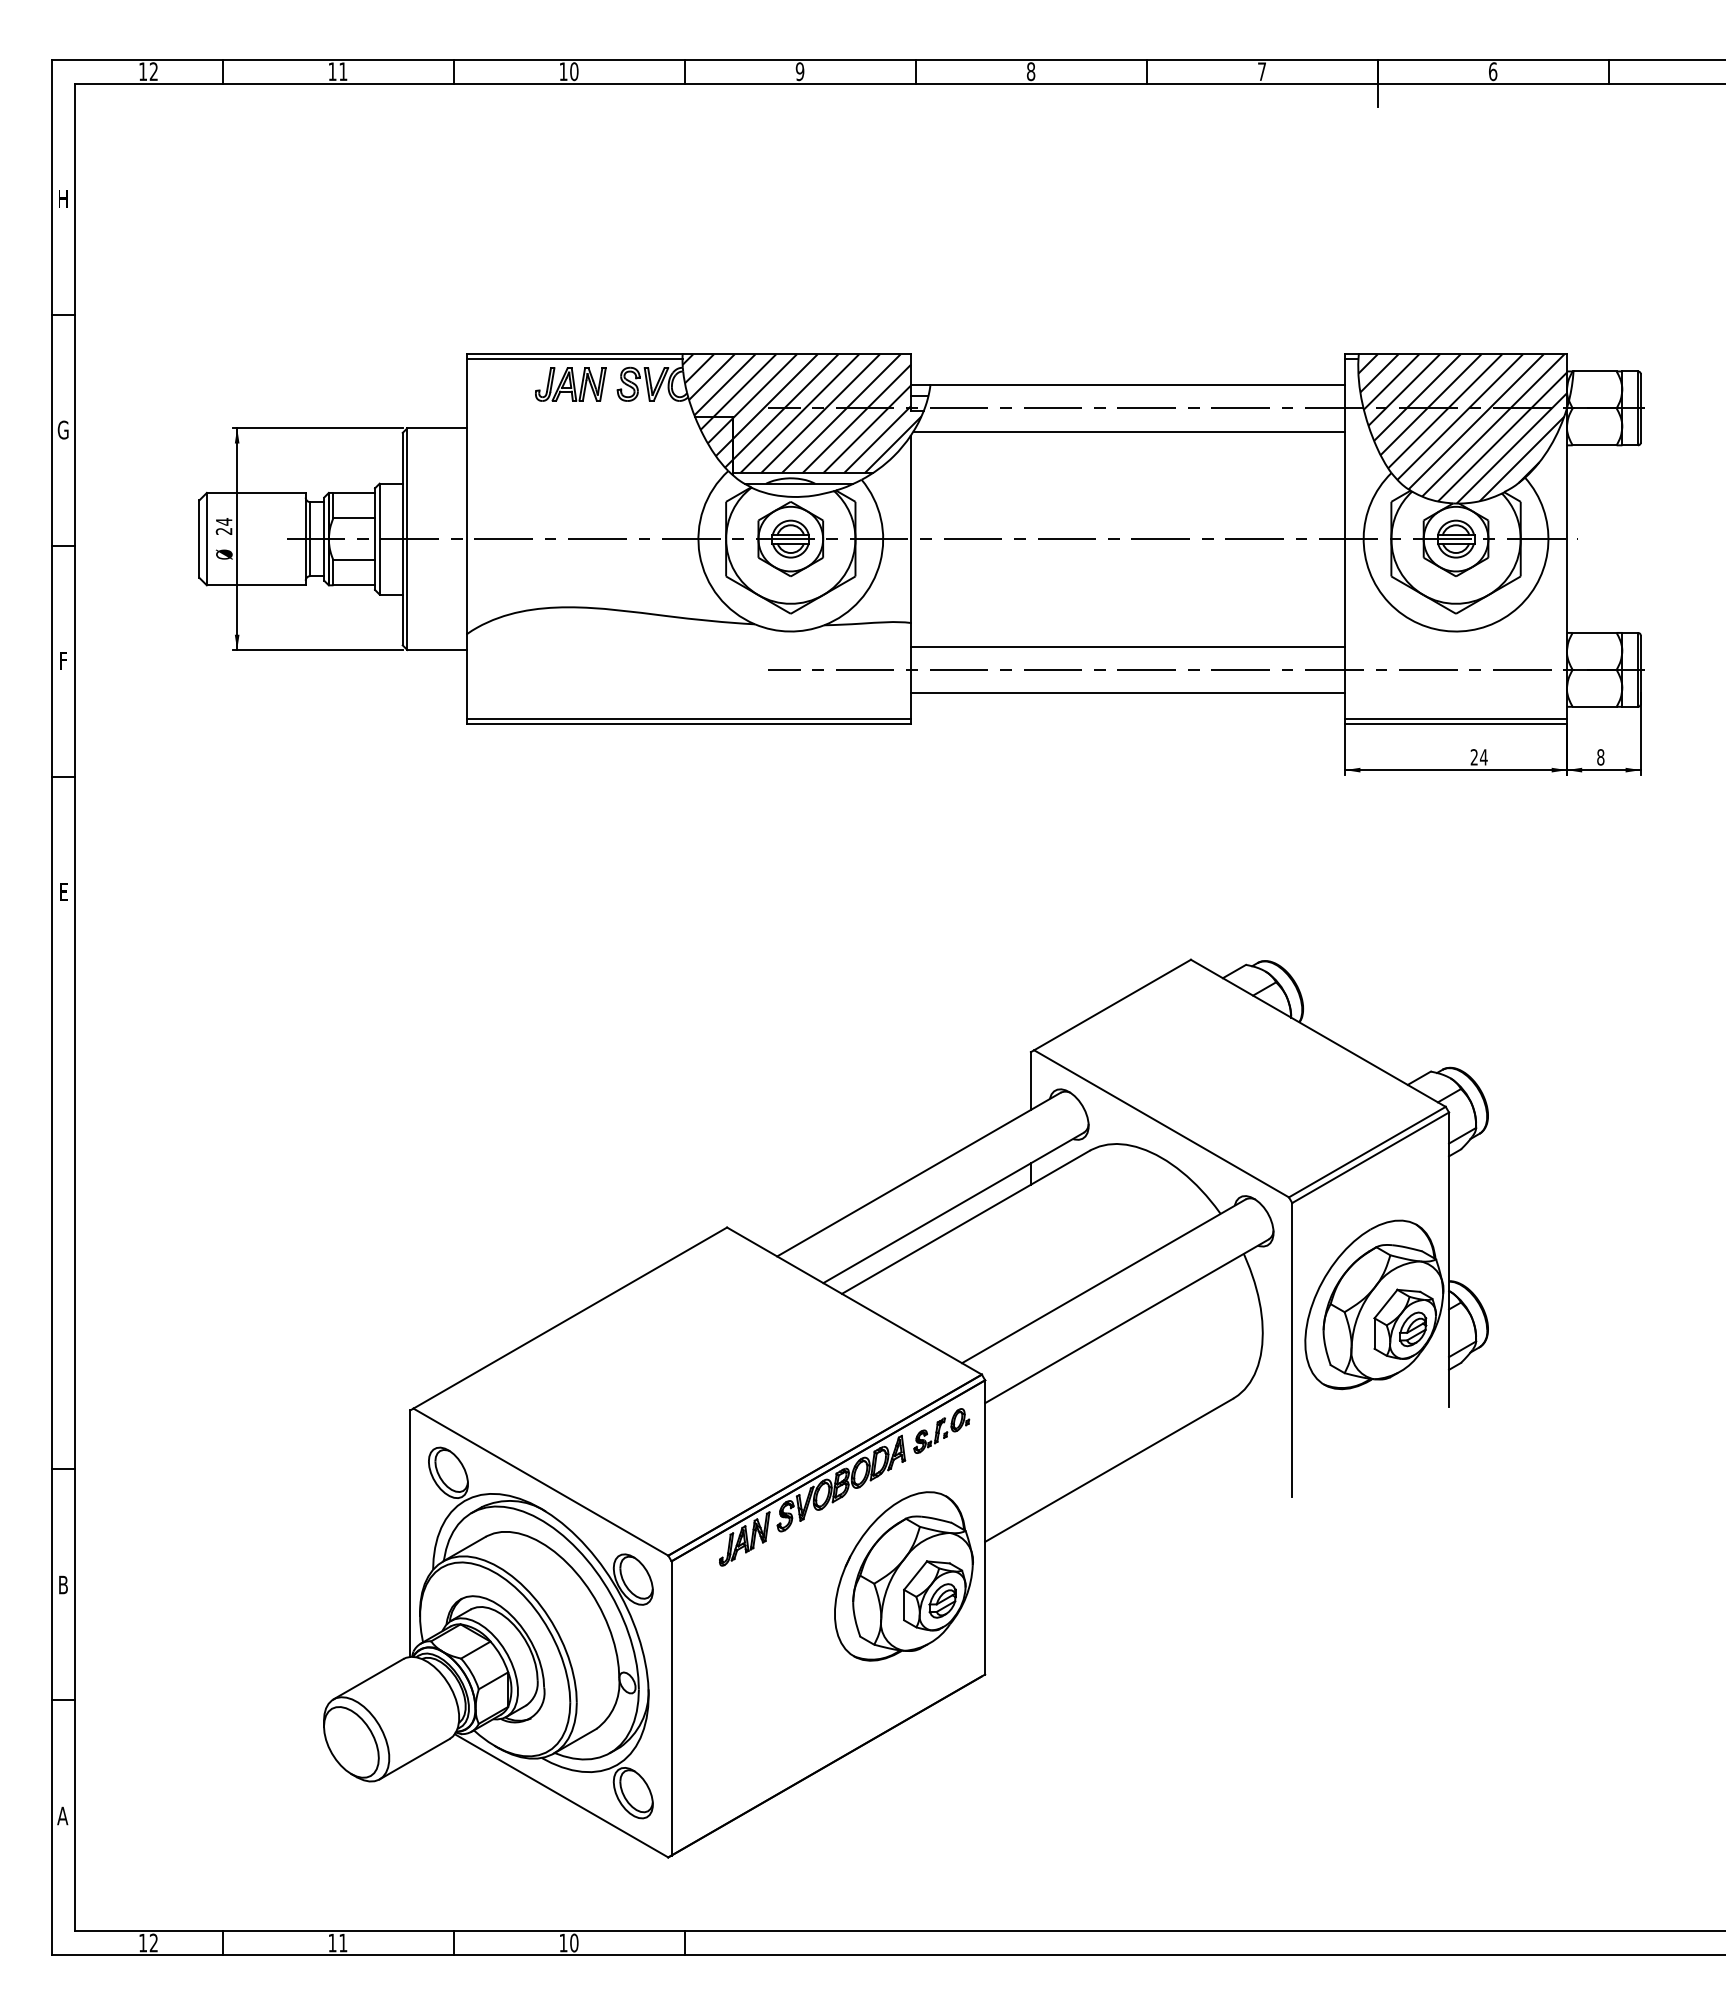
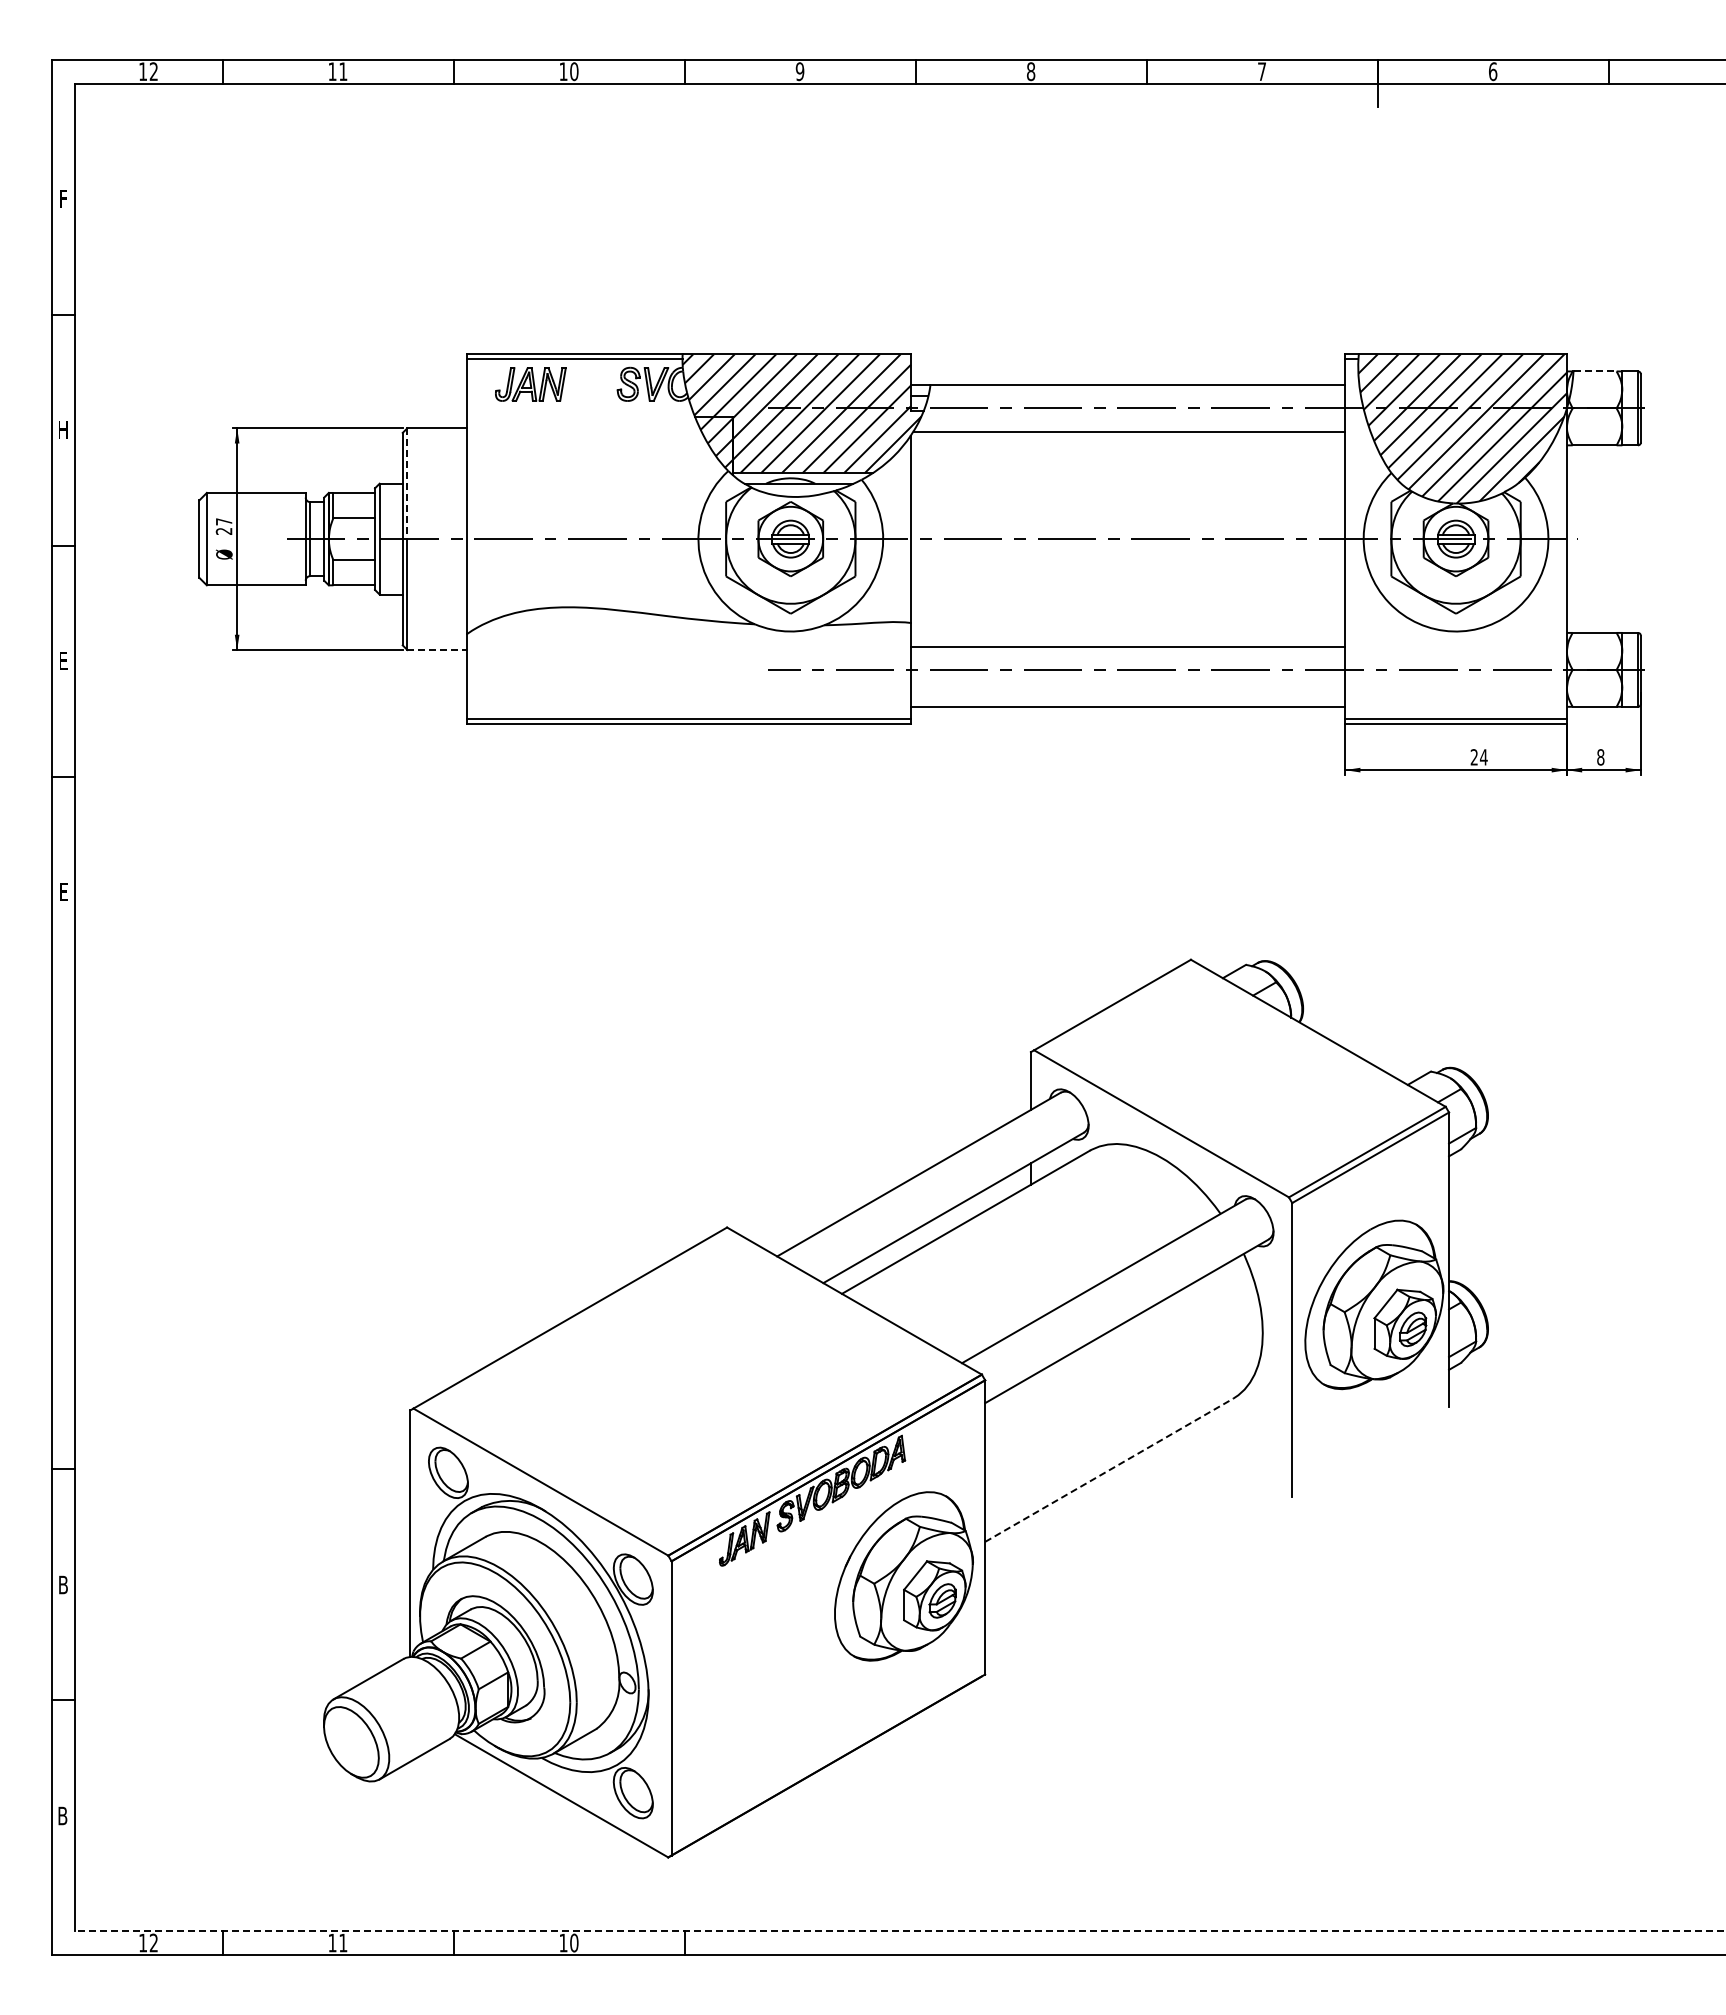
text at (63, 198): H -> F
line at (1595, 371): solid -> dashed
part at (570, 384) position: (570, 384) -> (530, 384)
text at (62, 429): G -> H
line at (407, 484): solid -> dashed
text at (224, 521): 24 -> 27
line at (437, 650): solid -> dashed
text at (64, 661): F -> E
line at (1127, 692) position: (1127, 692) -> (1127, 706)
part at (941, 1430): present -> none
line at (1109, 1470): solid -> dashed
text at (62, 1815): A -> B
line at (899, 1931): solid -> dashed
